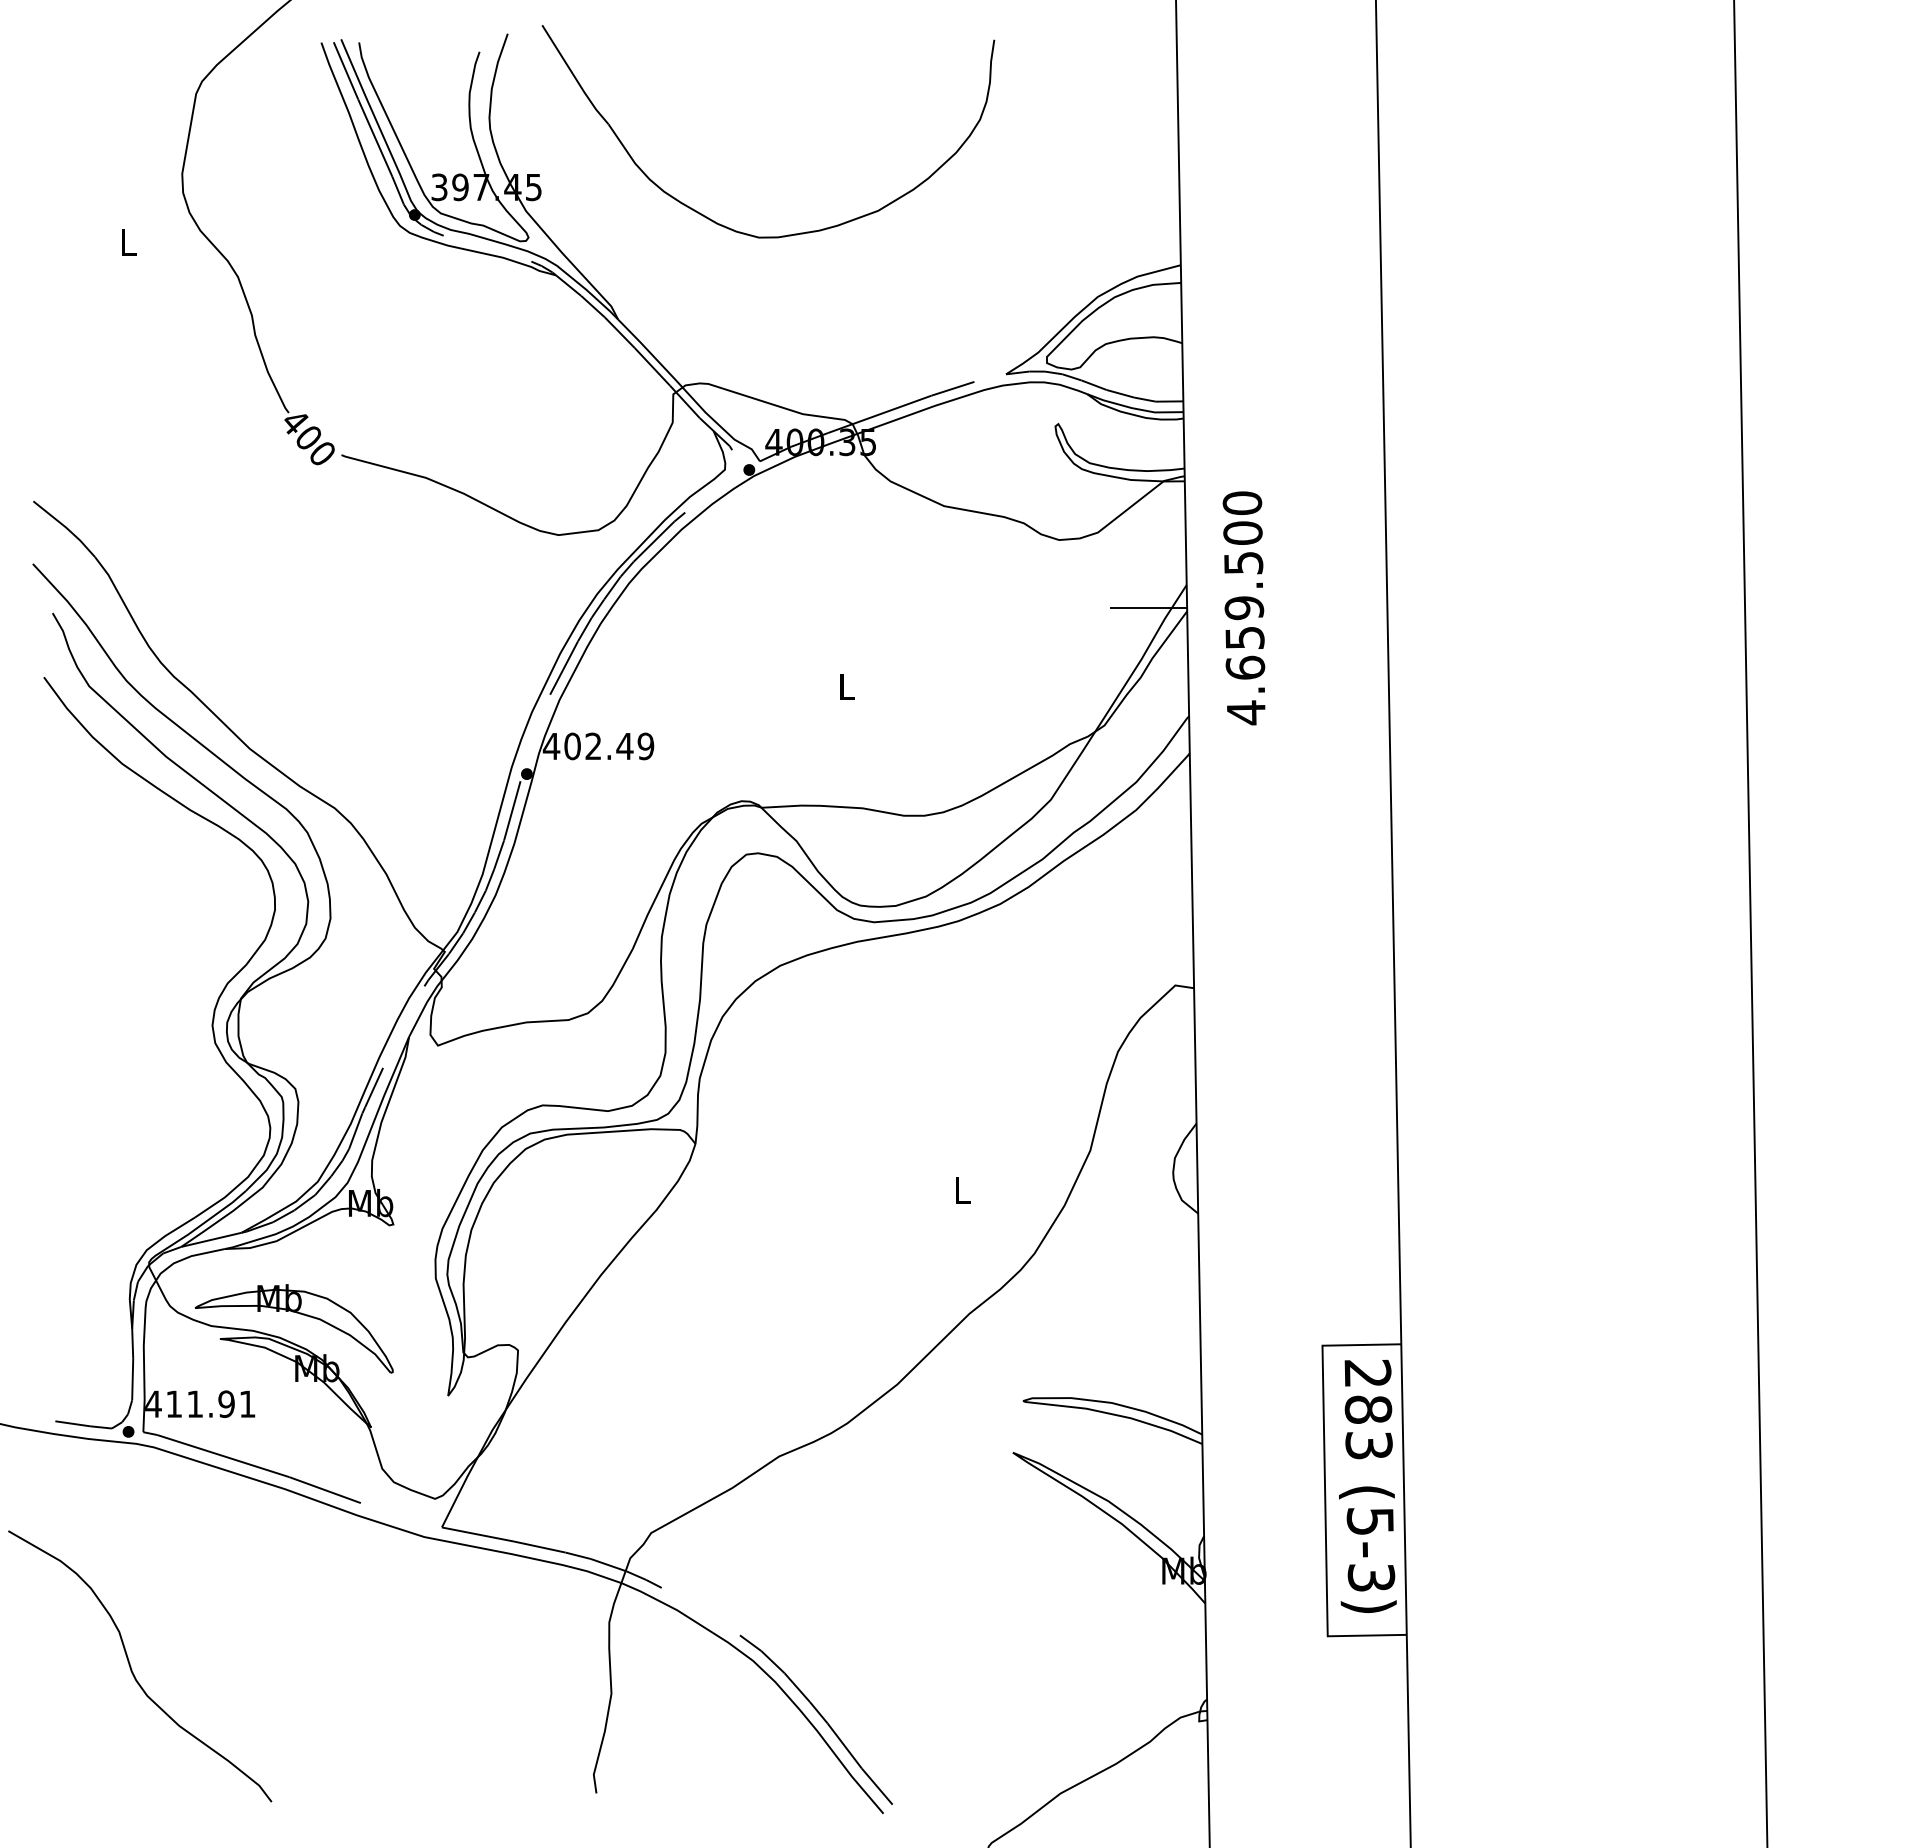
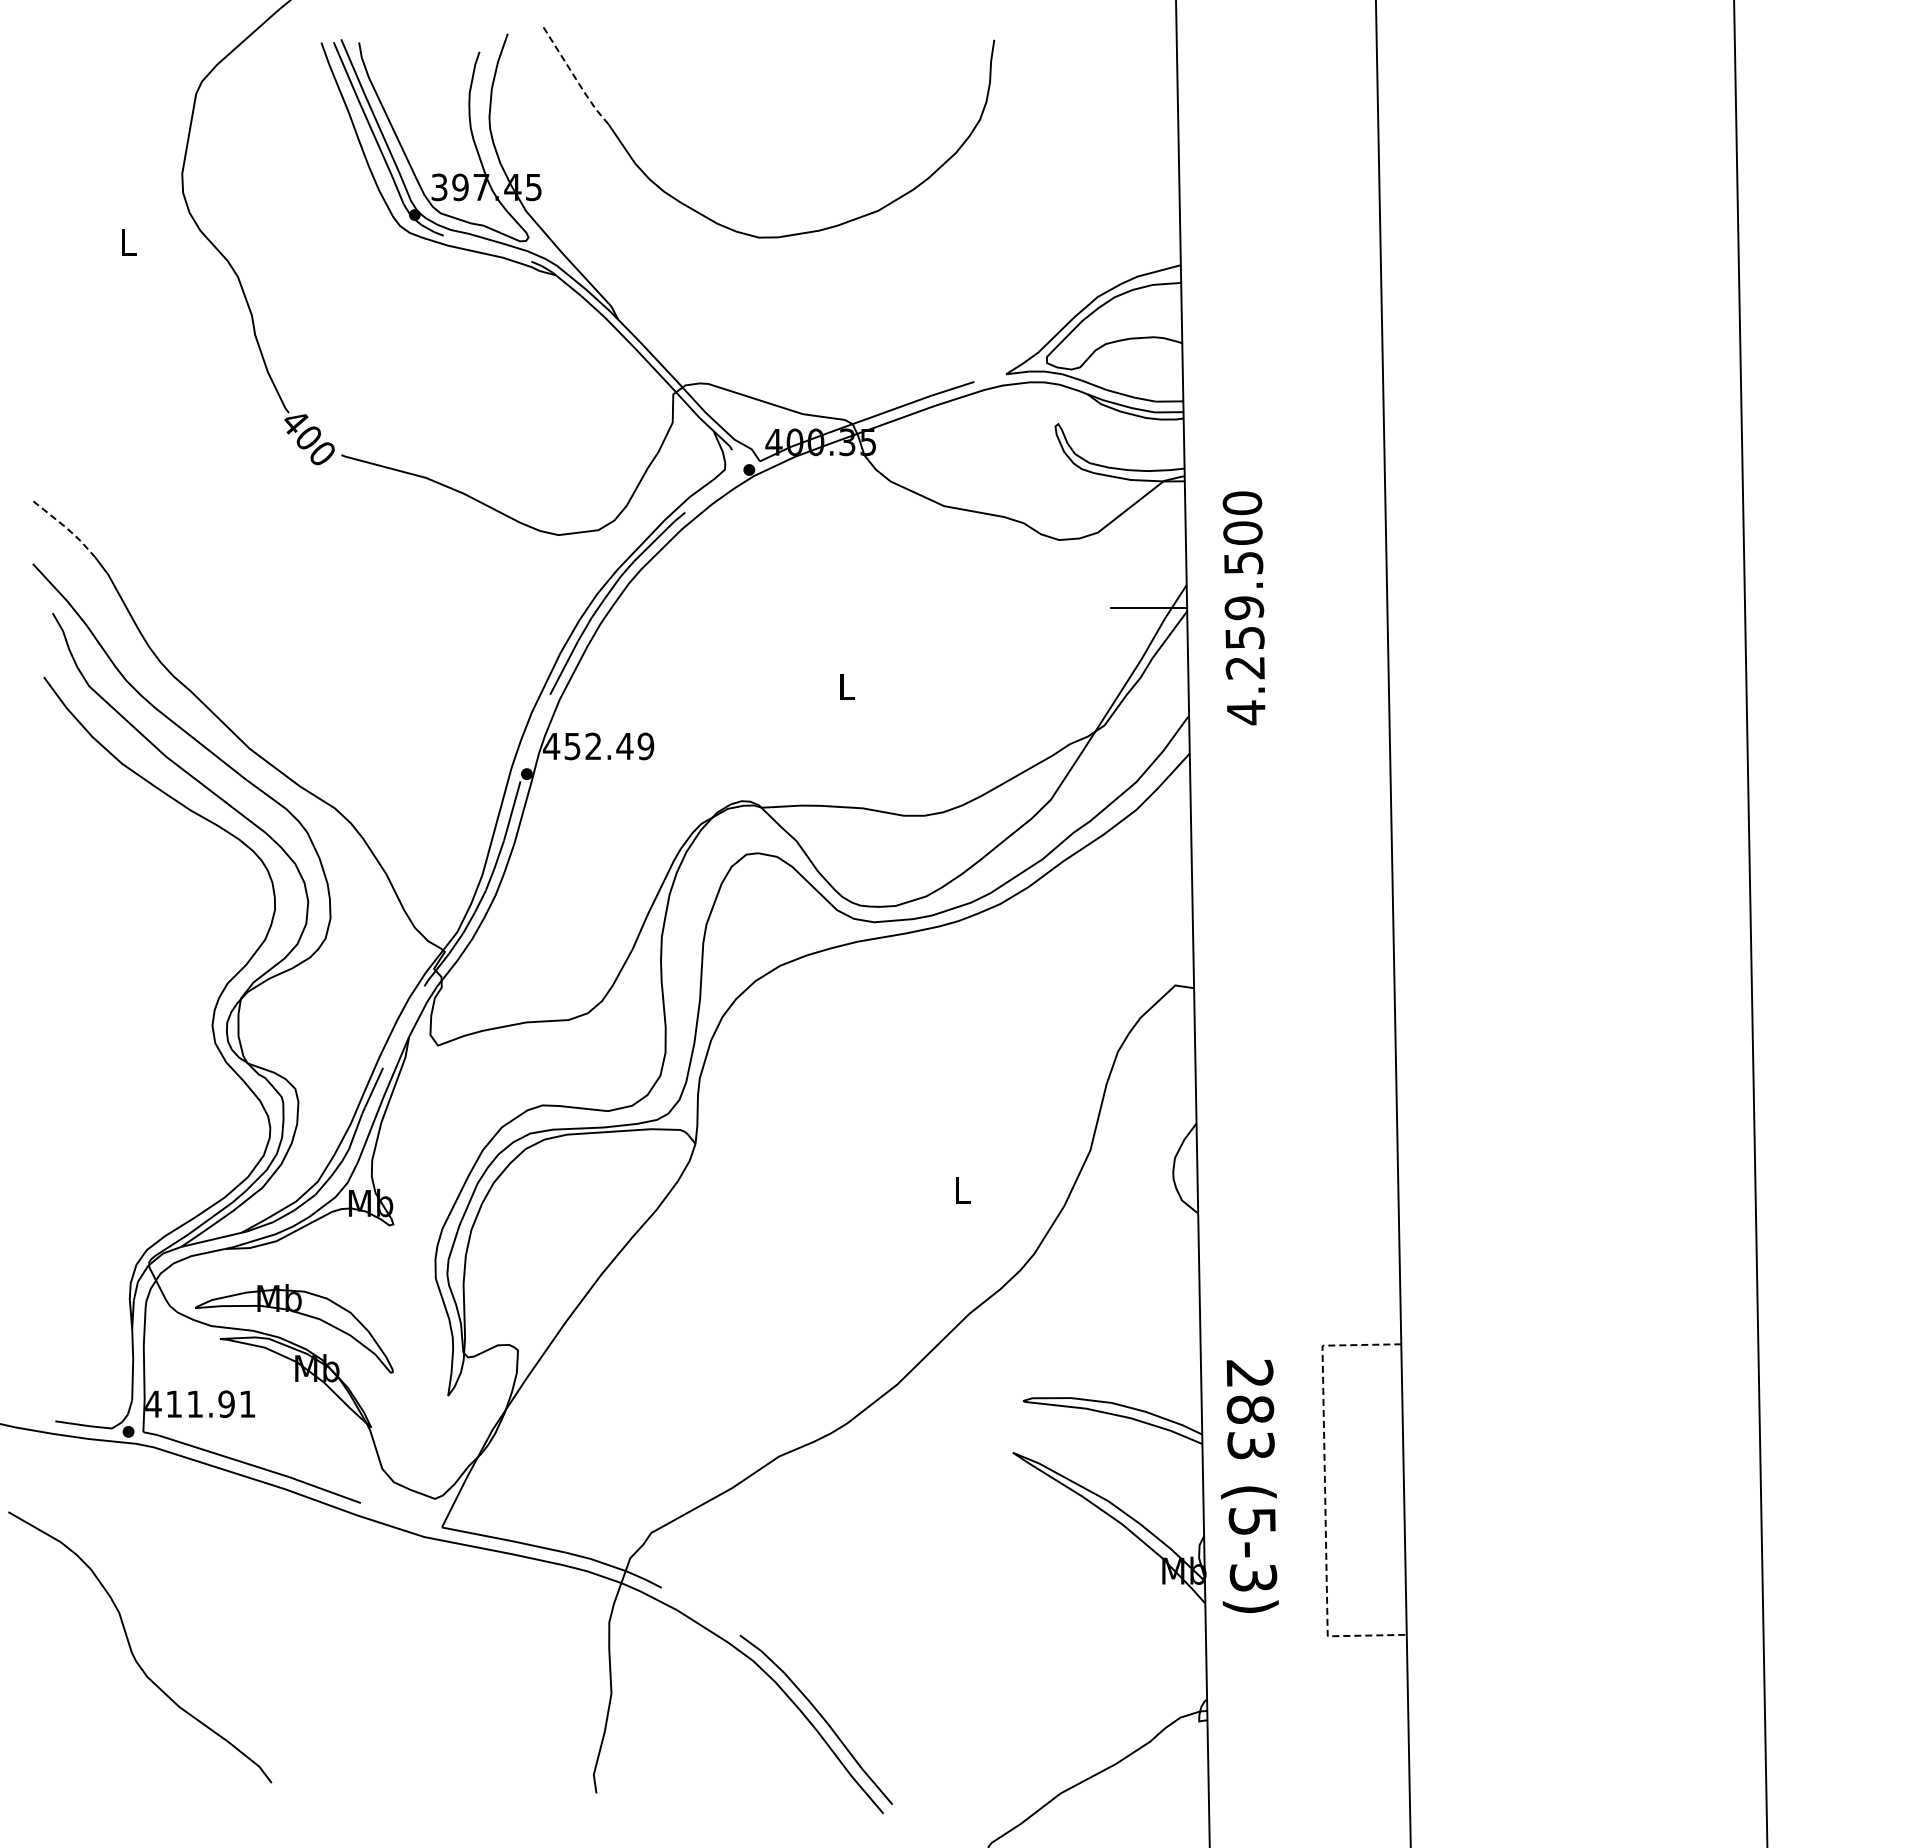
line at (574, 77): solid -> dashed
line at (66, 527): solid -> dashed
text at (1245, 667): 4.659.500 -> 4.259.500
text at (572, 746): 402.49 -> 452.49
text at (1367, 1485) position: (1367, 1485) -> (1249, 1485)
line at (1325, 1491): solid -> dashed
curve at (132, 1669) position: (132, 1669) -> (132, 1650)
